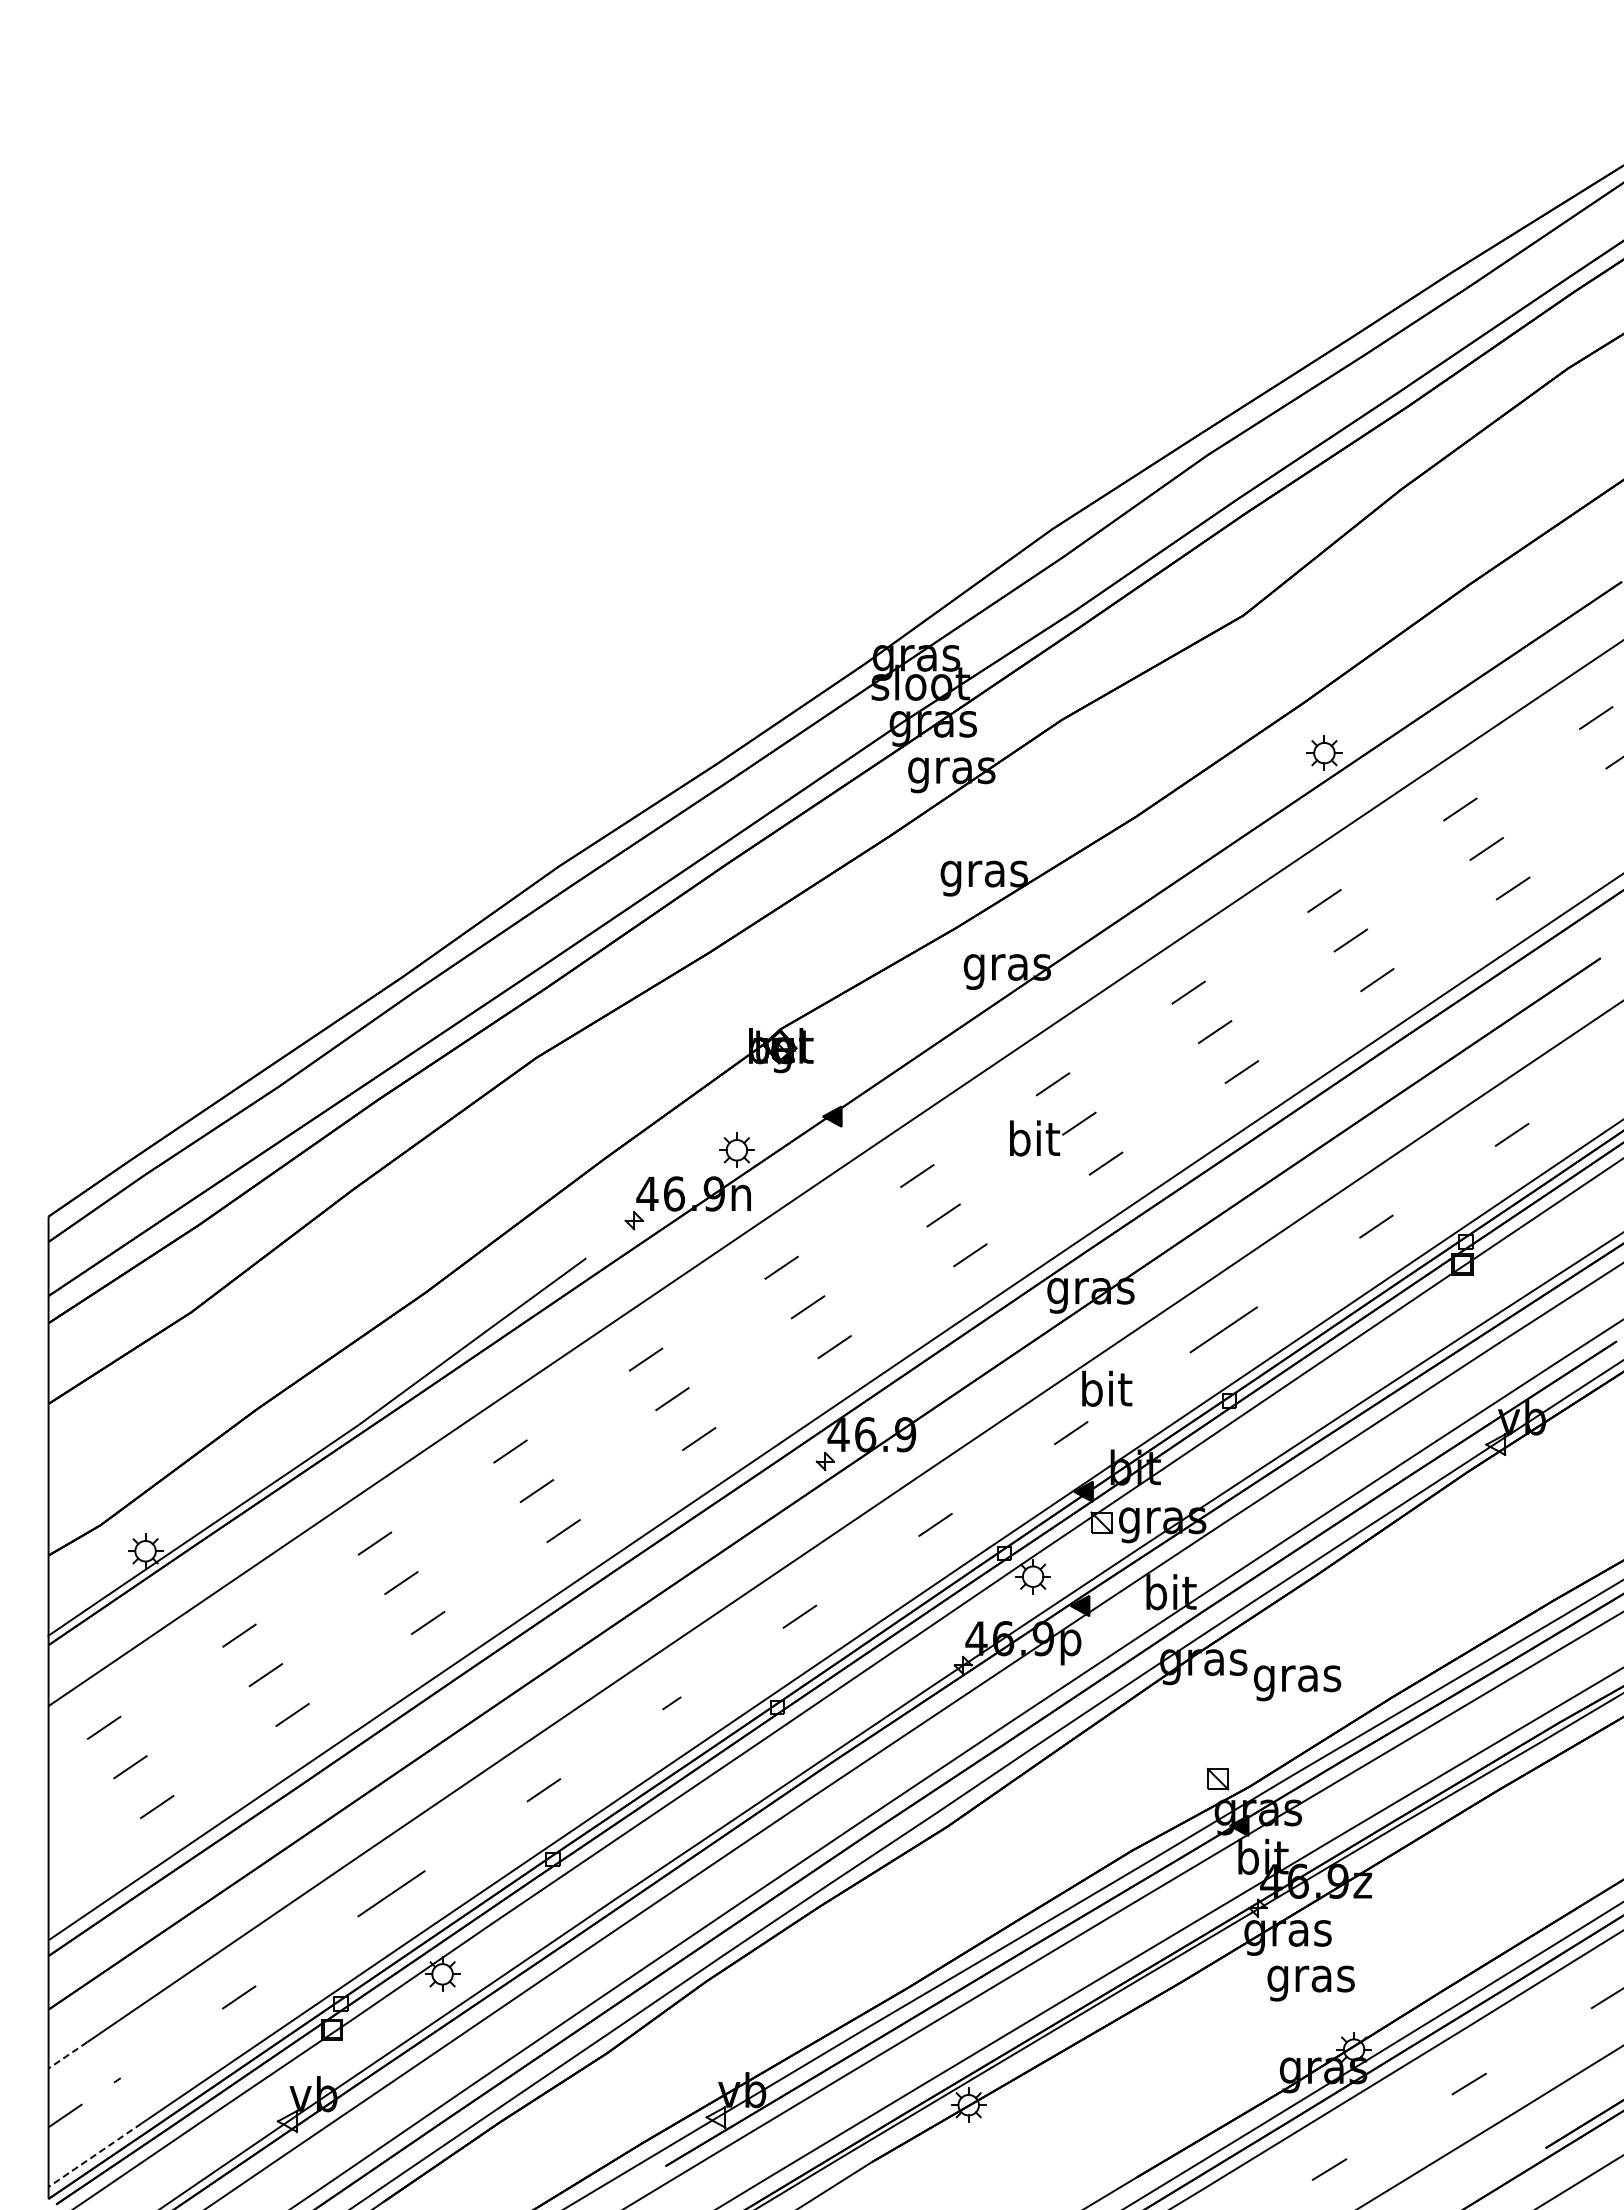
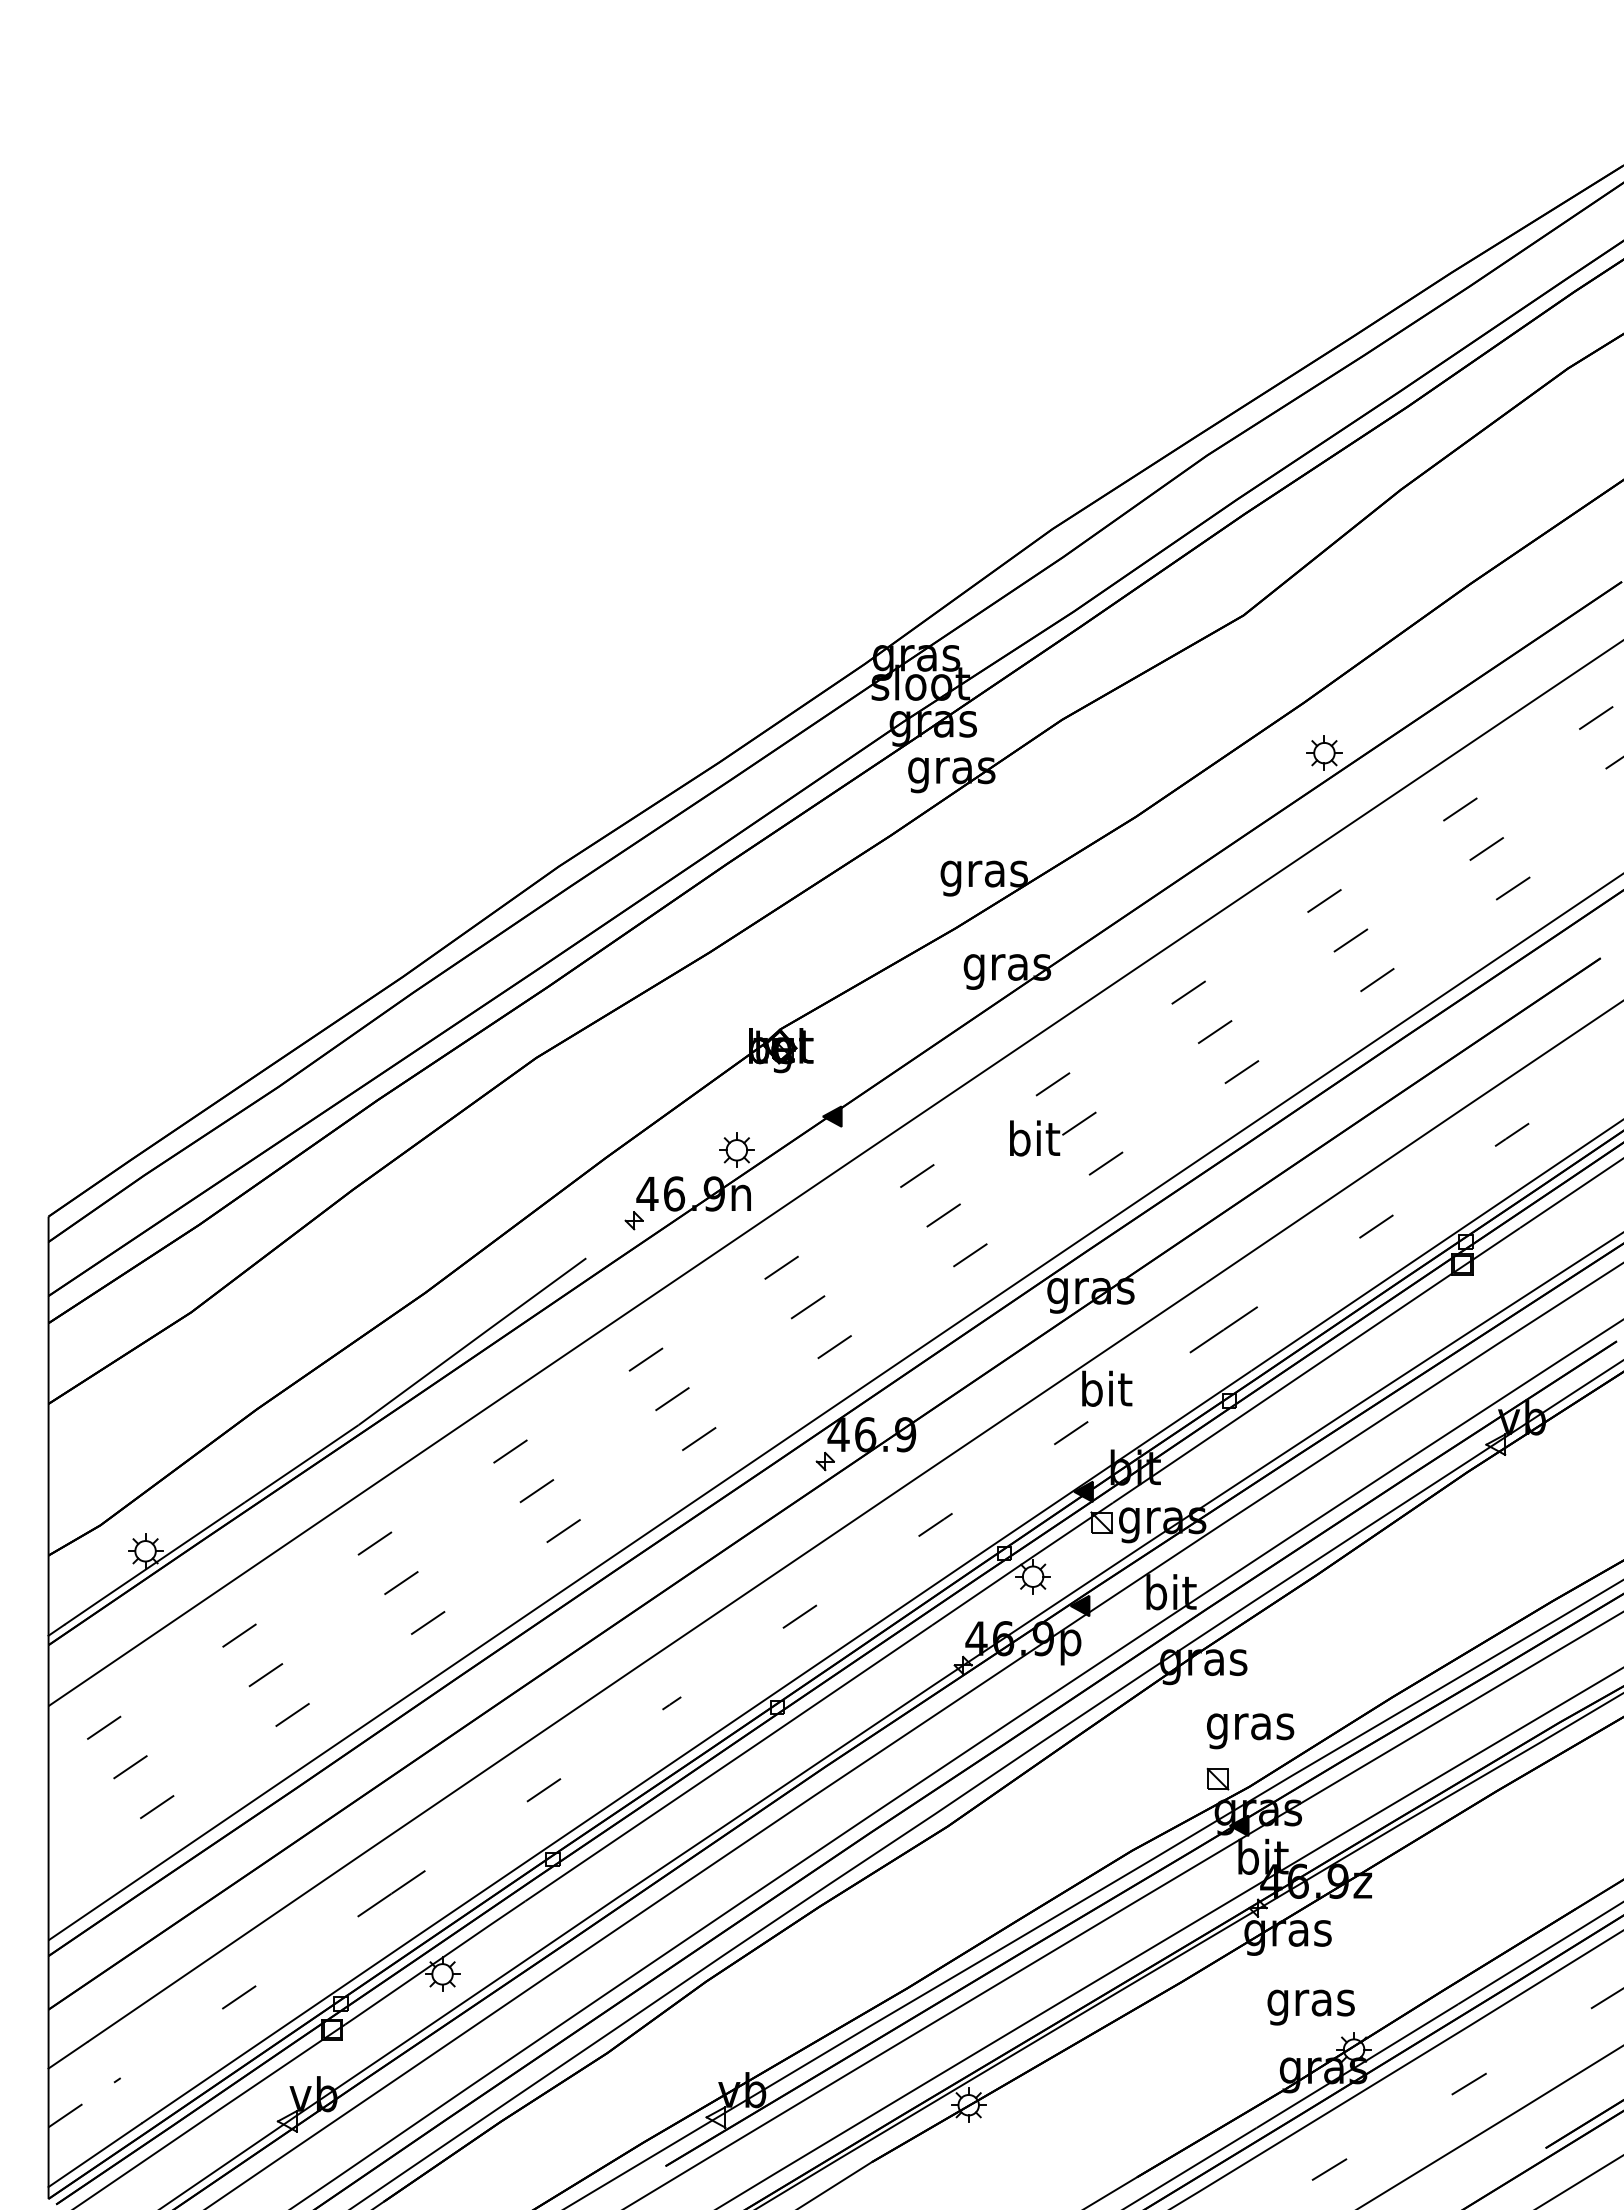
text at (1297, 1683) position: (1297, 1683) -> (1250, 1731)
text at (1310, 1983) position: (1310, 1983) -> (1310, 2007)
line at (67, 2055): dashed -> solid
line at (94, 2155): dashed -> solid
